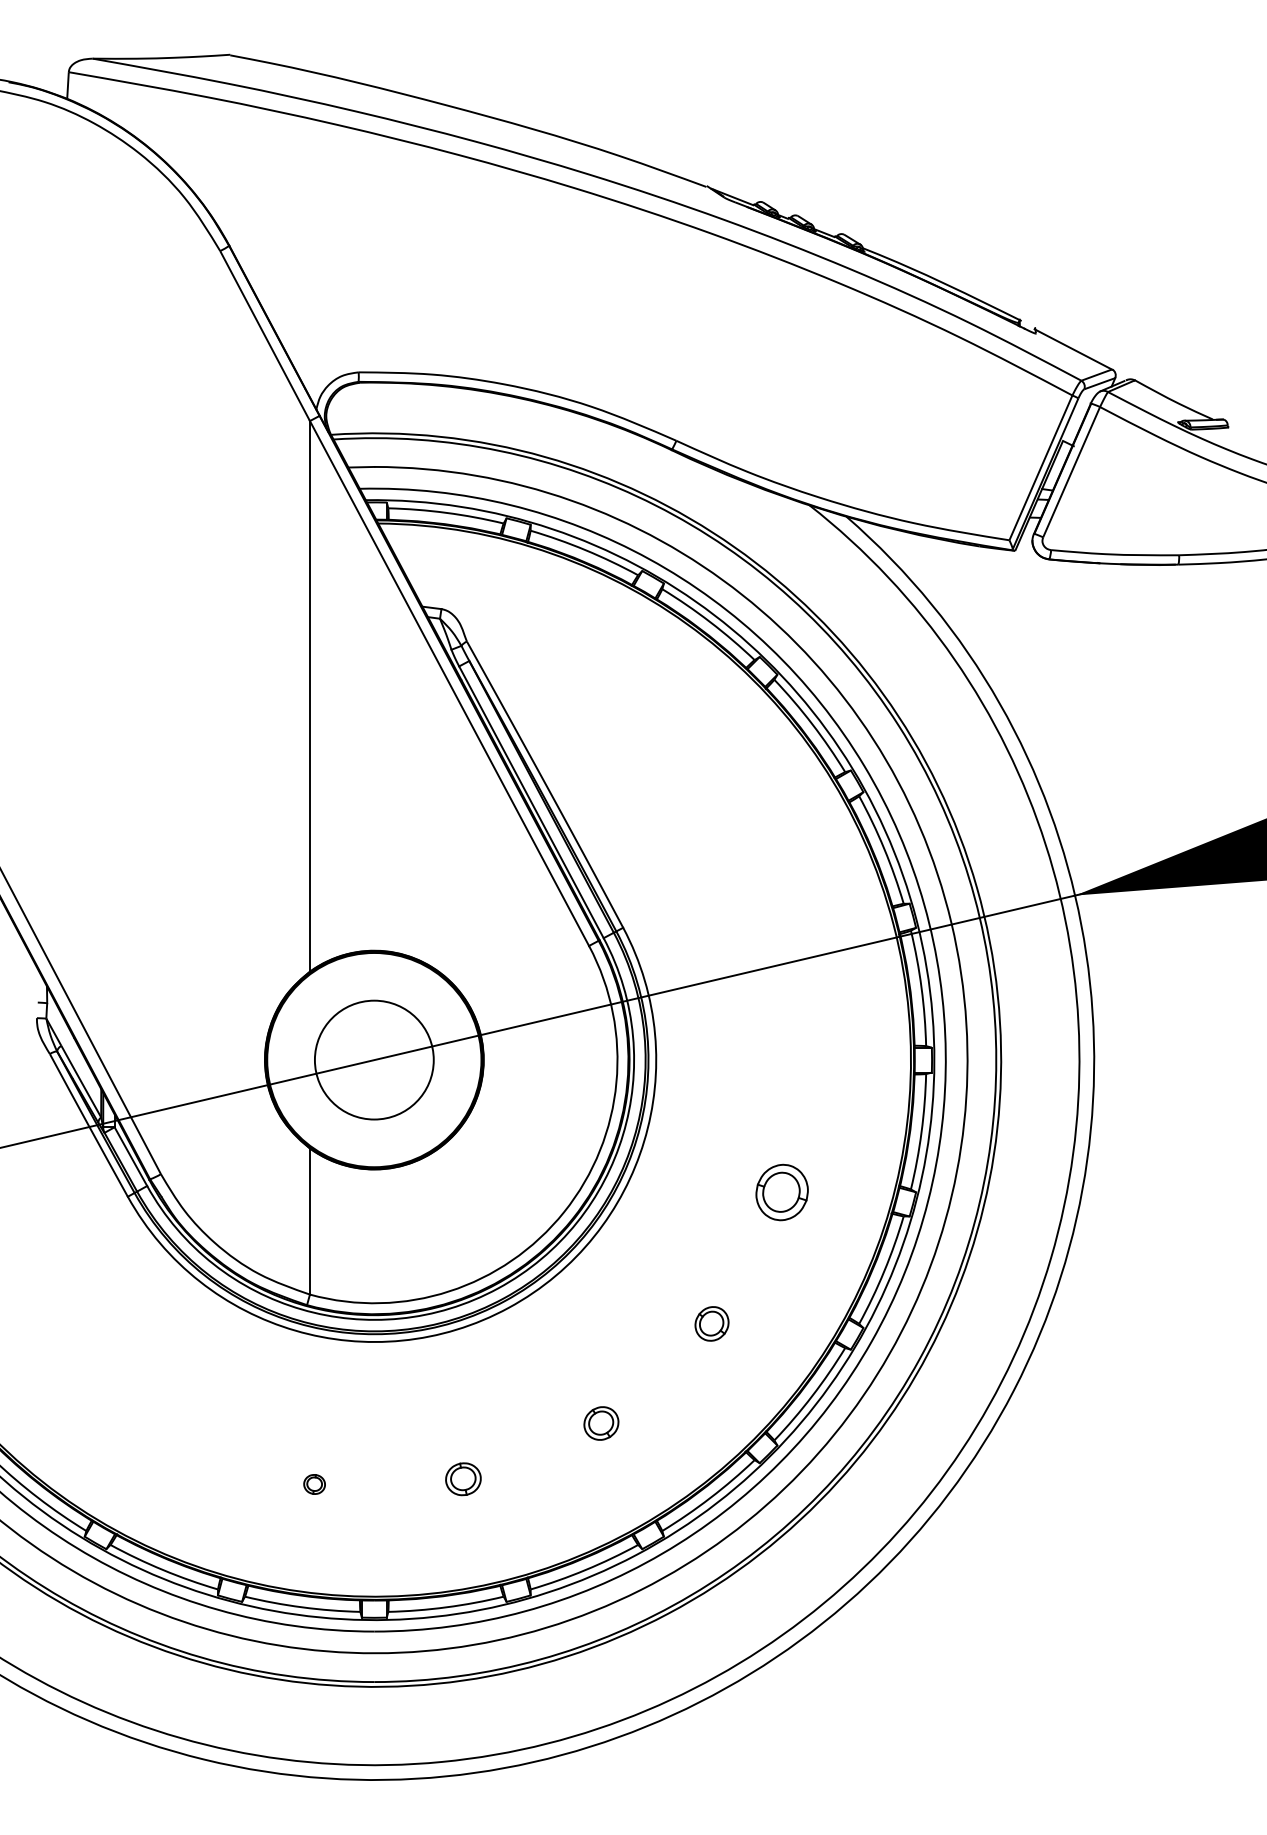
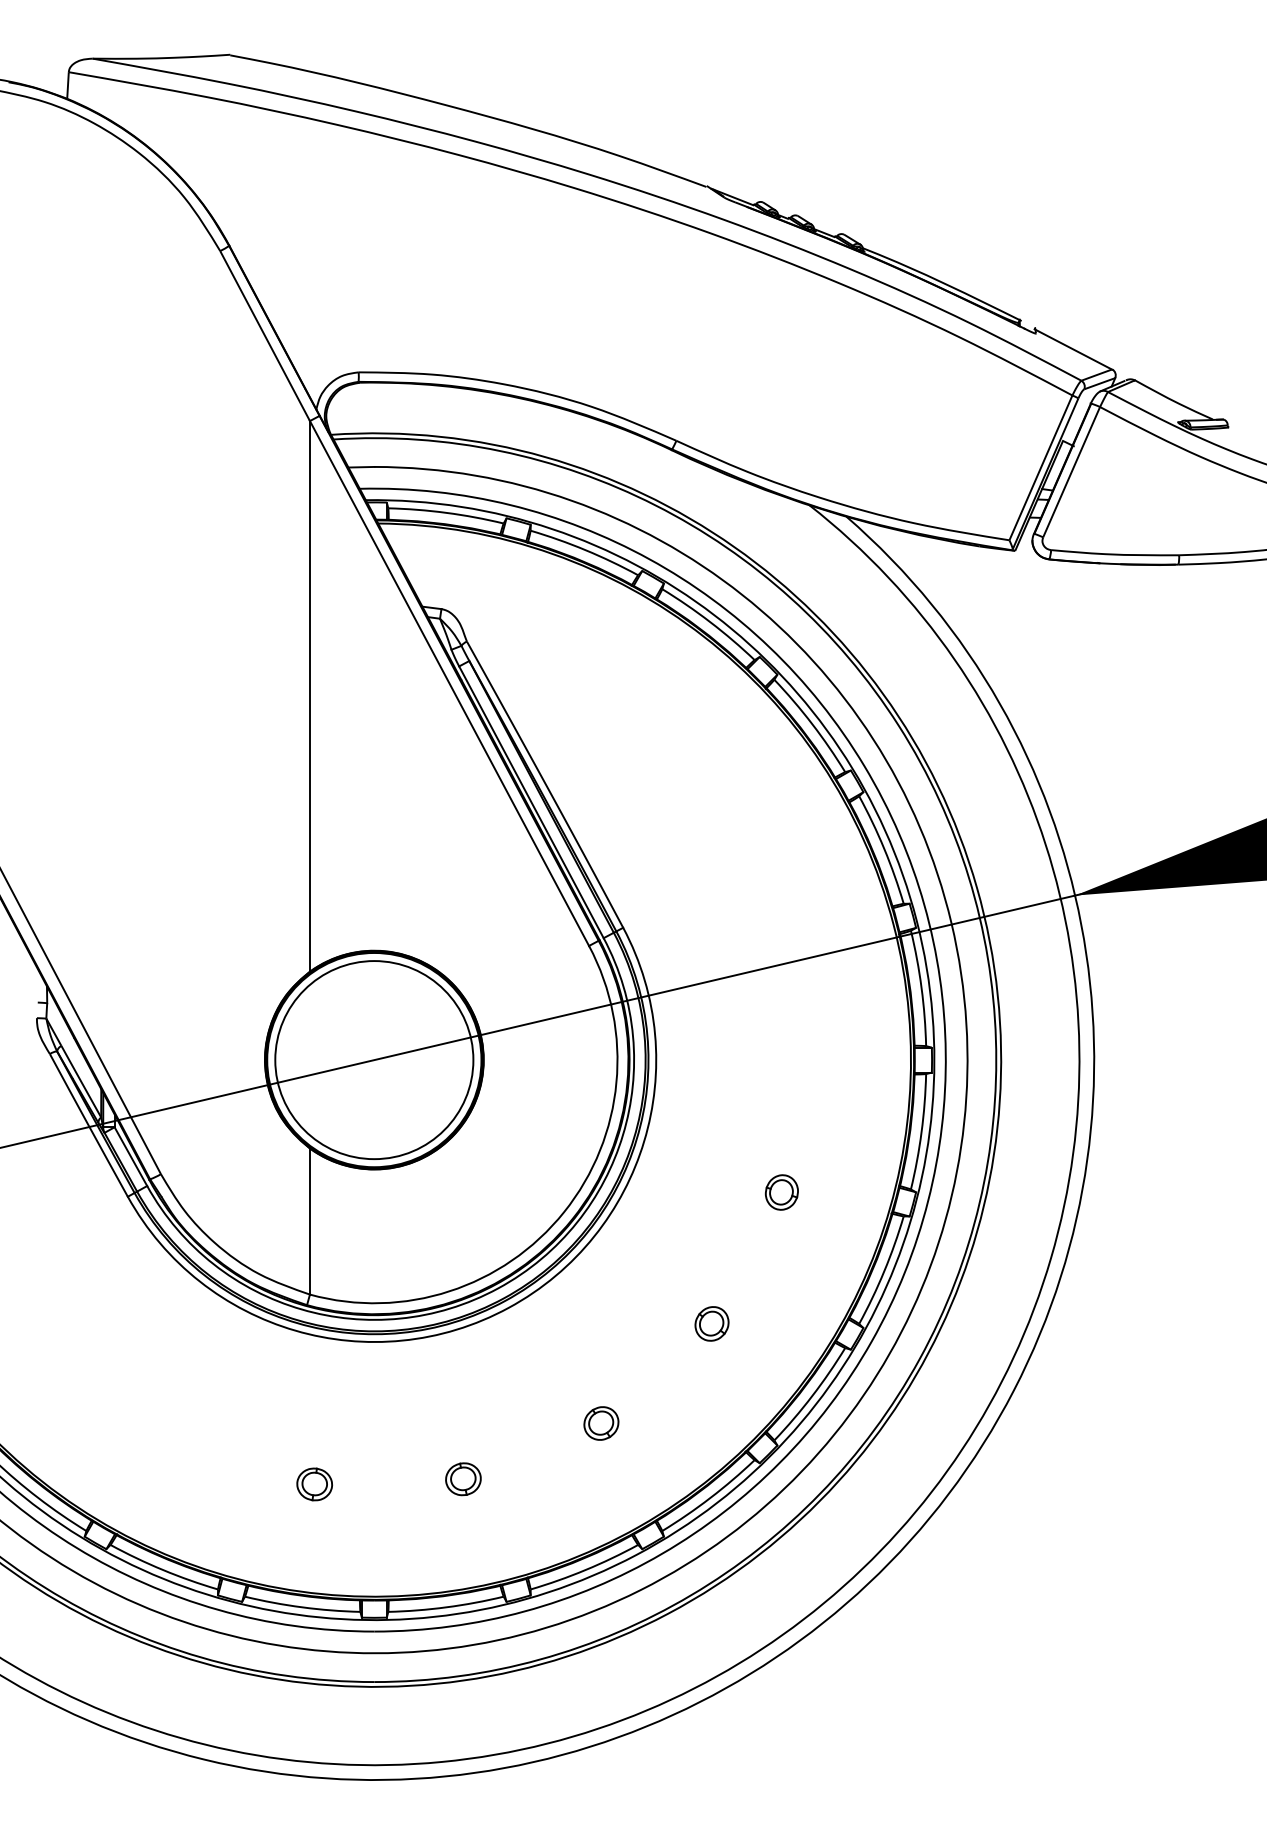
circle at (373, 1059) diameter: 119 px -> 198 px
part at (781, 1192) size: 54x59 px -> 35x37 px
part at (314, 1484) size: 23x21 px -> 37x35 px
